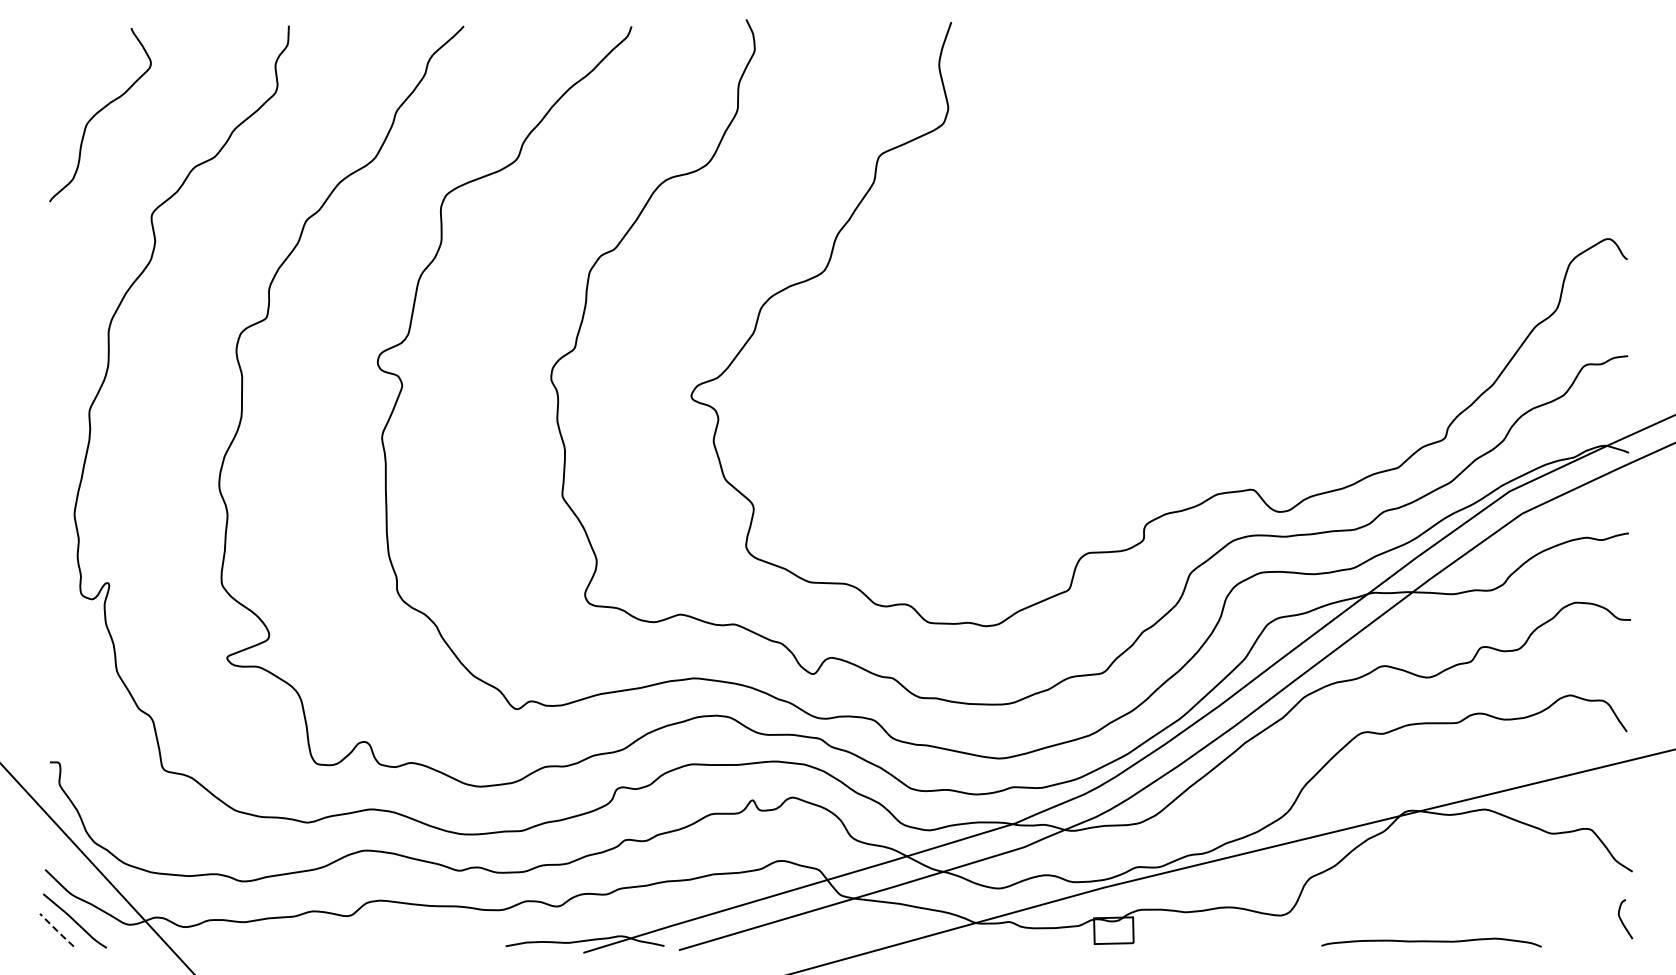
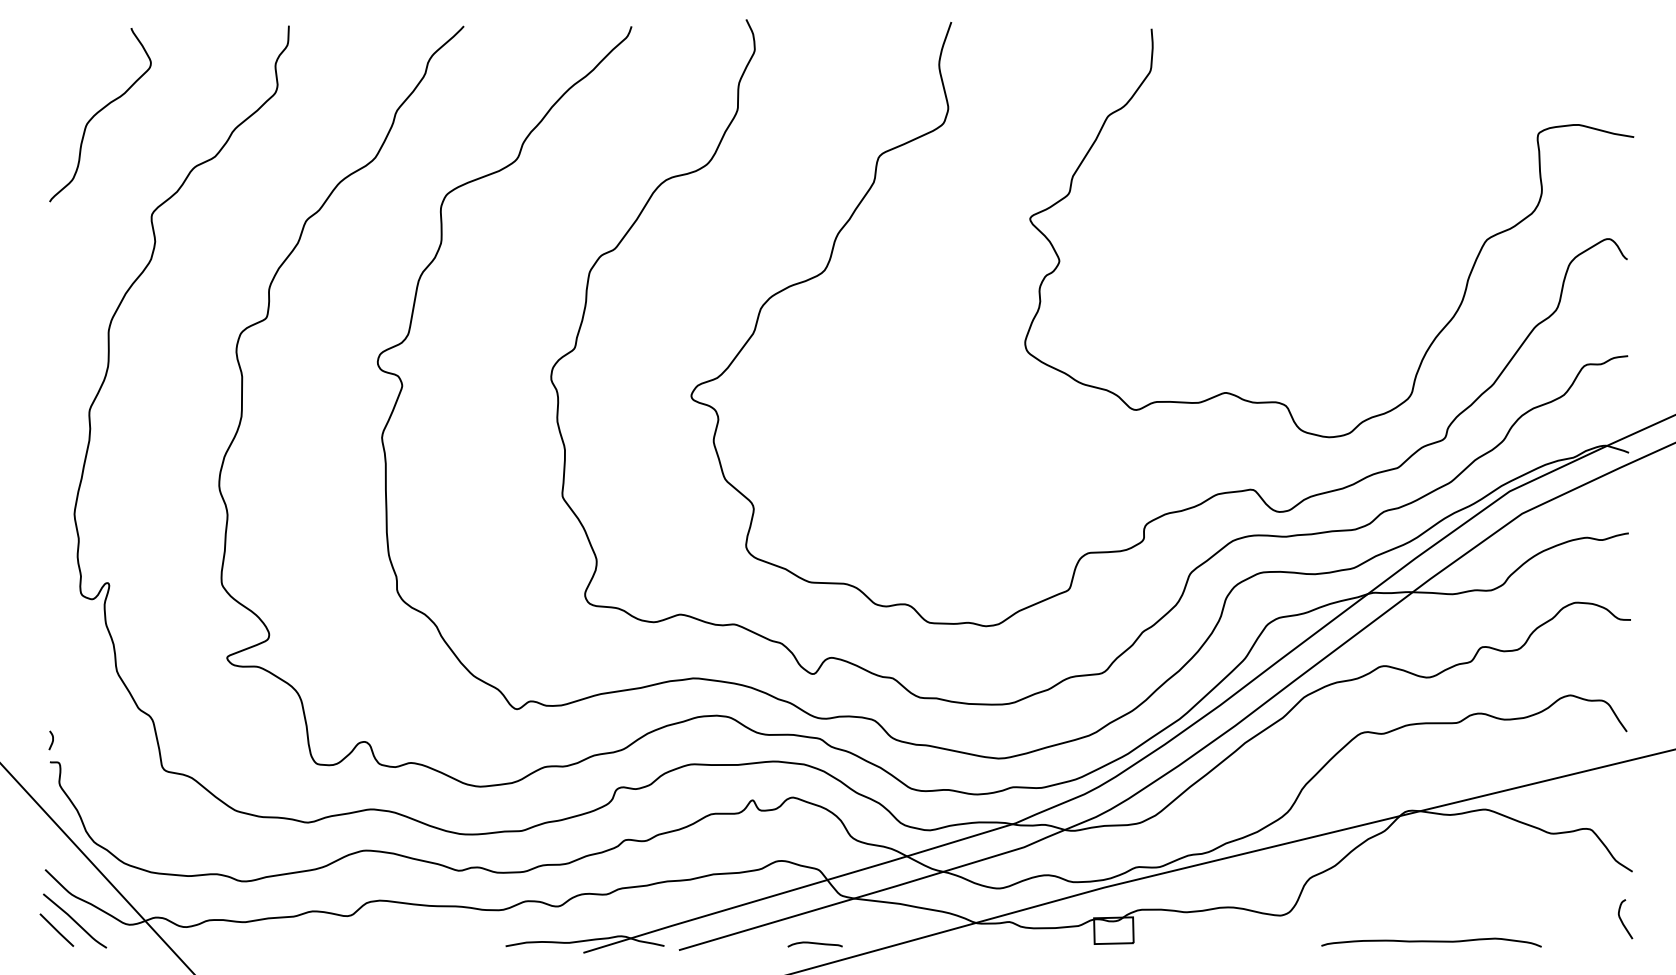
curve at (1467, 278): none -> present
curve at (51, 741): none -> present
line at (56, 930): dashed -> solid
curve at (814, 944): none -> present
